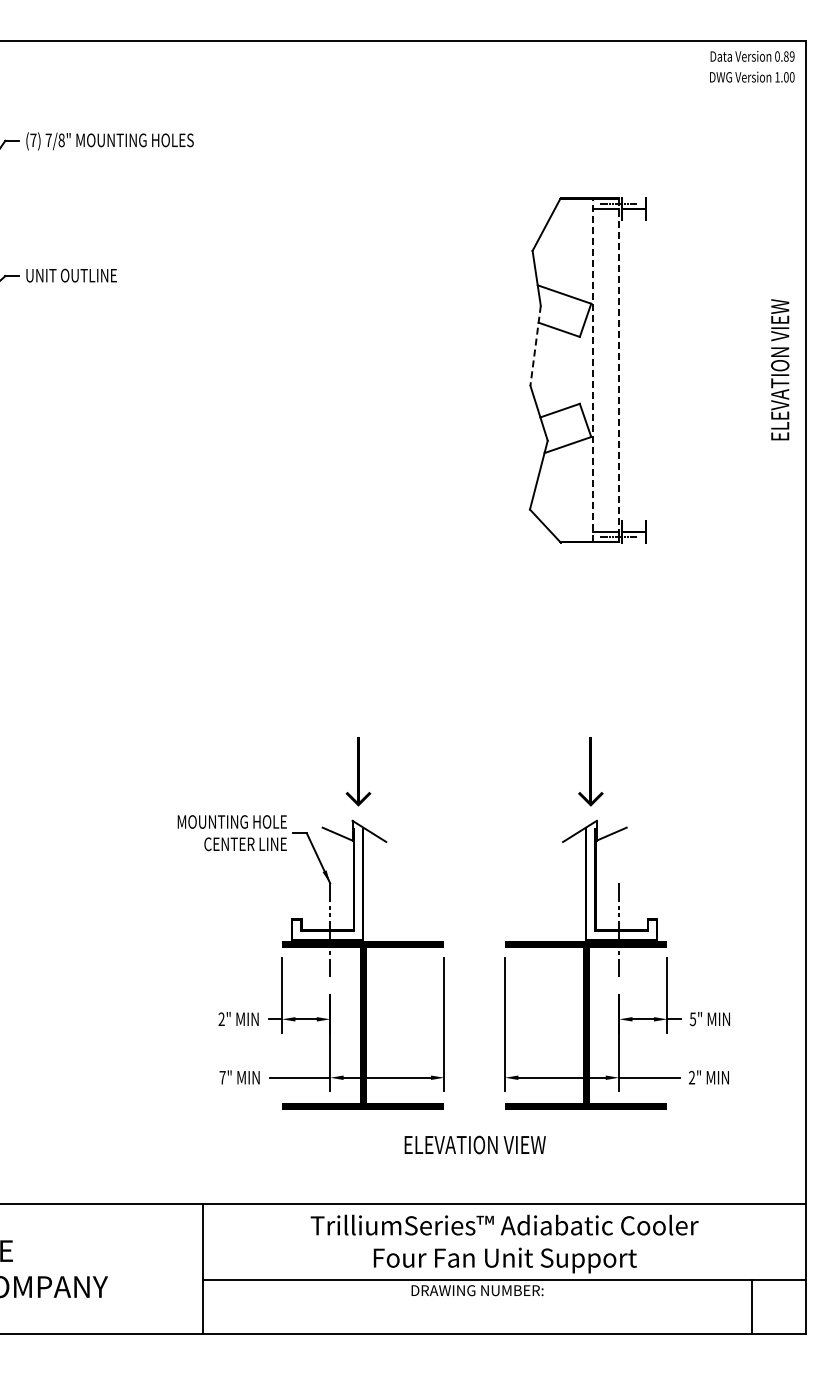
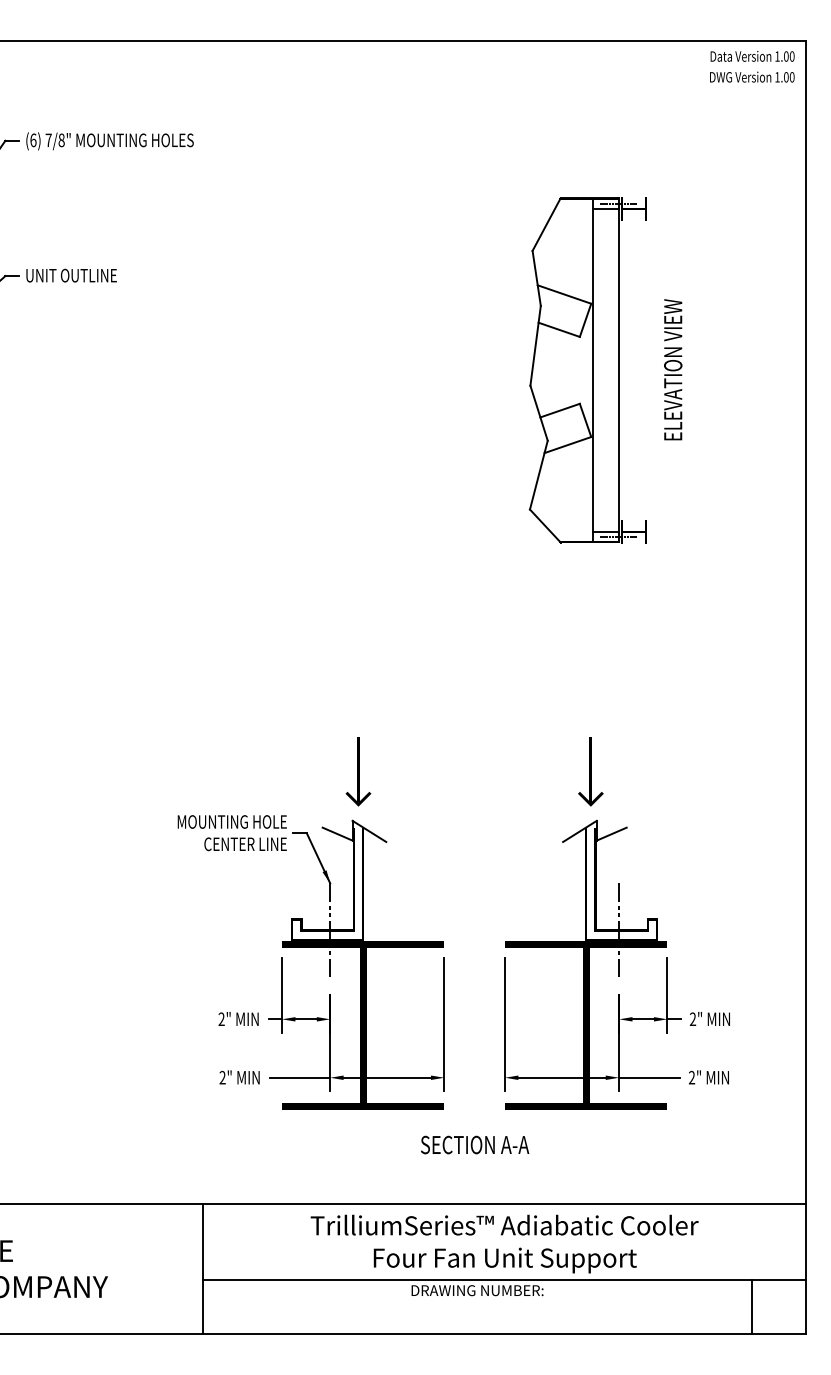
text at (784, 56): 0.89 -> 1.00
text at (33, 140): (7) -> (6)
line at (535, 346): dashed -> solid
line at (592, 369): dashed -> solid
text at (780, 369) position: (780, 369) -> (673, 369)
line at (618, 370): dashed -> solid
text at (692, 1019): 5" -> 2"
text at (222, 1077): 7" -> 2"
text at (474, 1144): ELEVATION VIEW -> SECTION A-A
